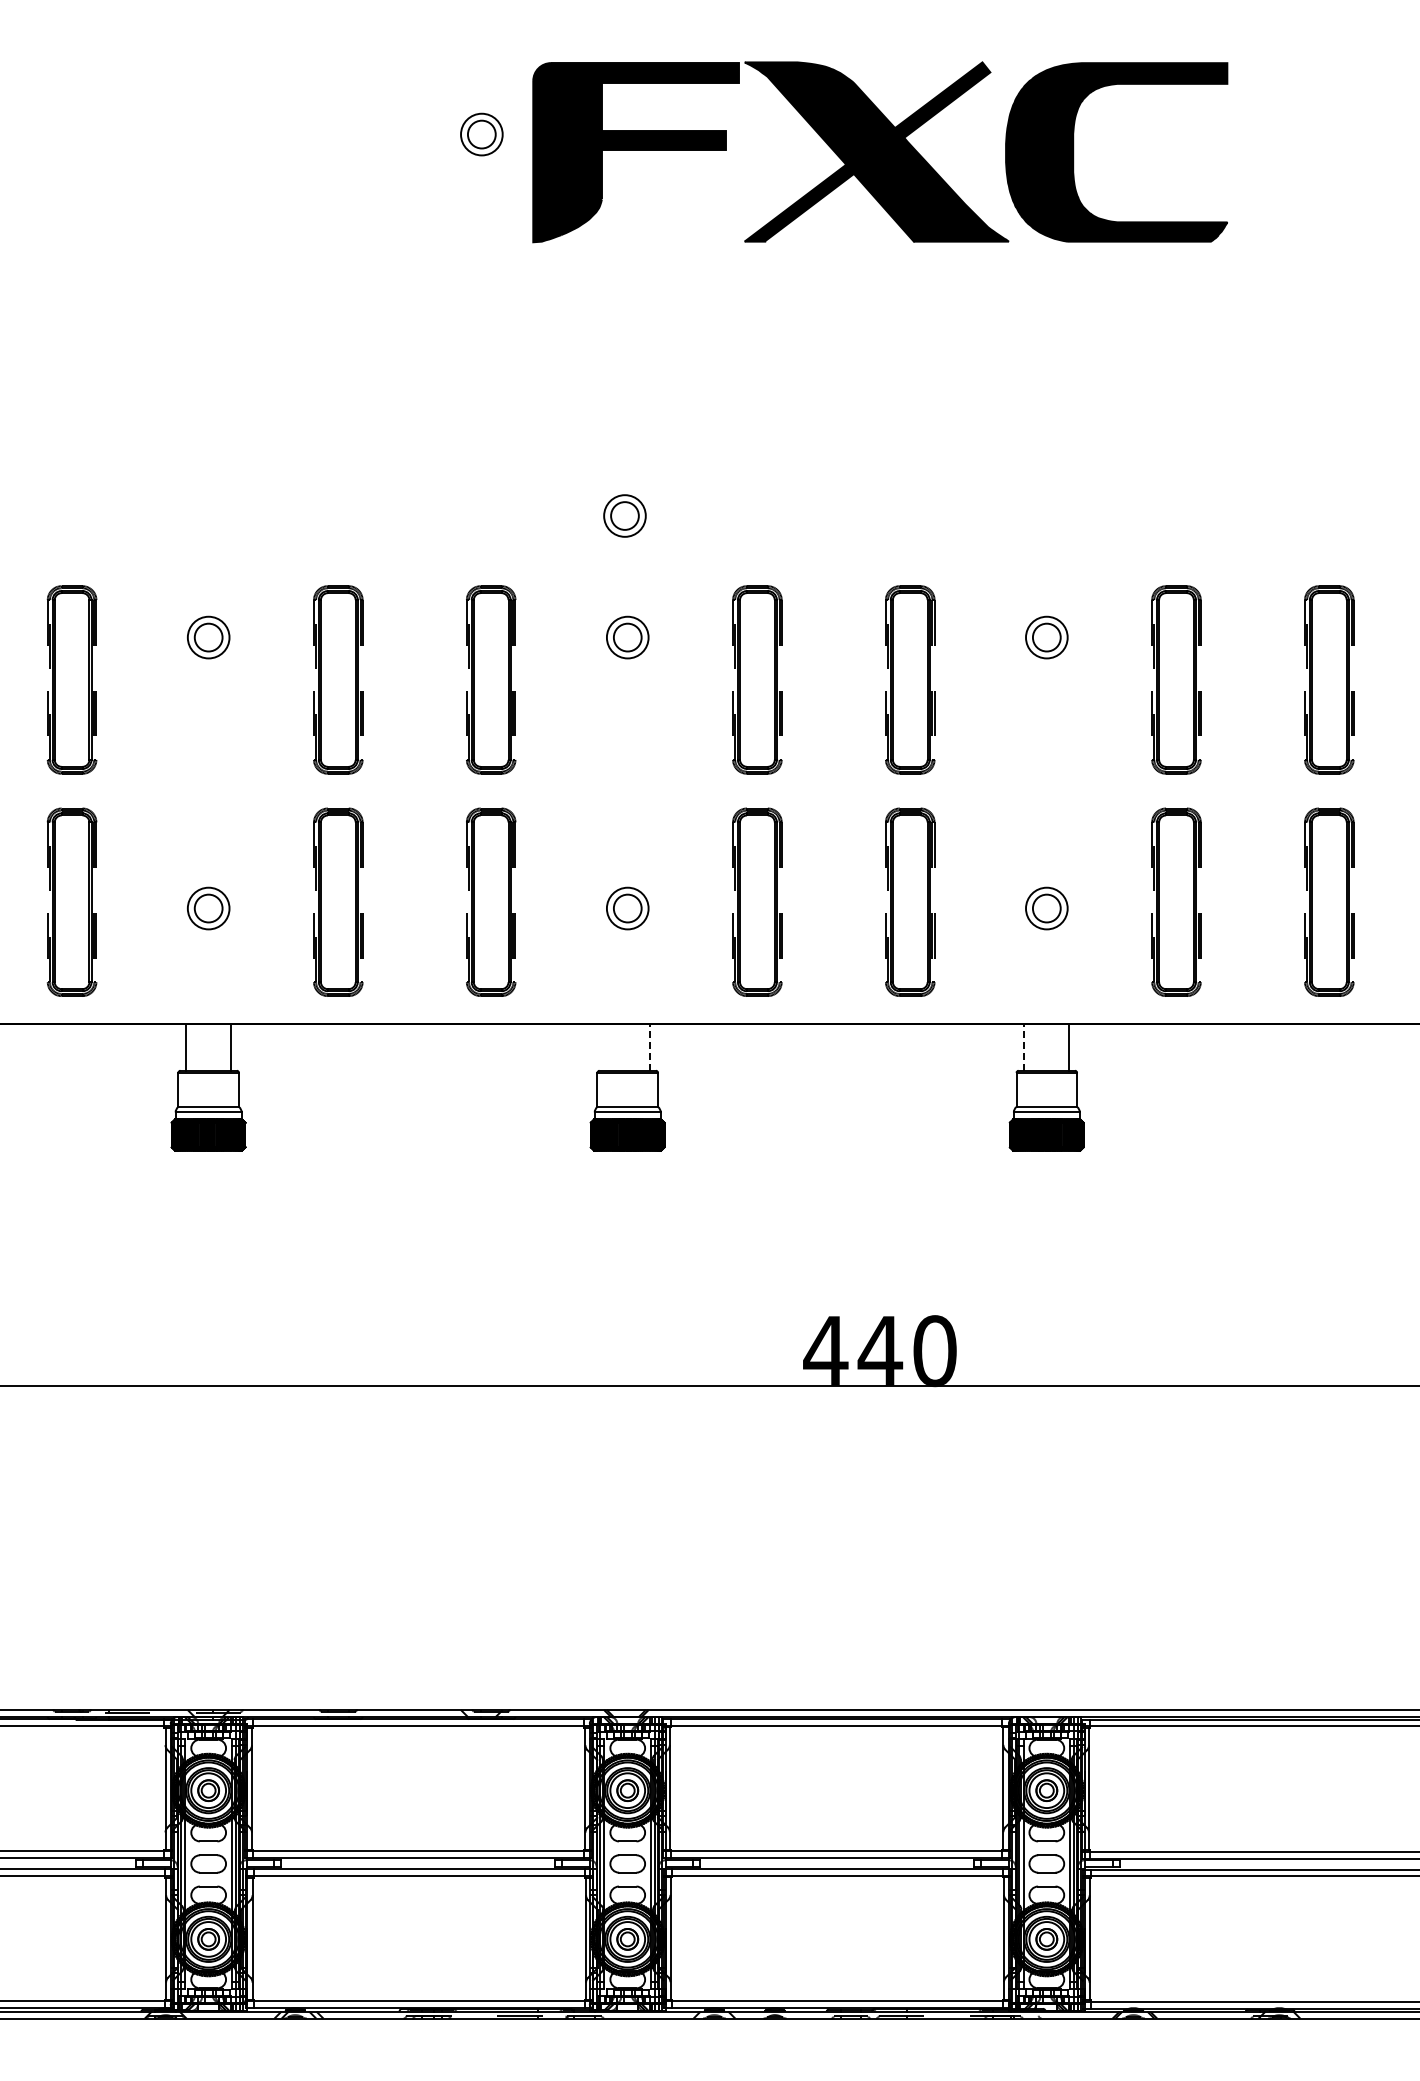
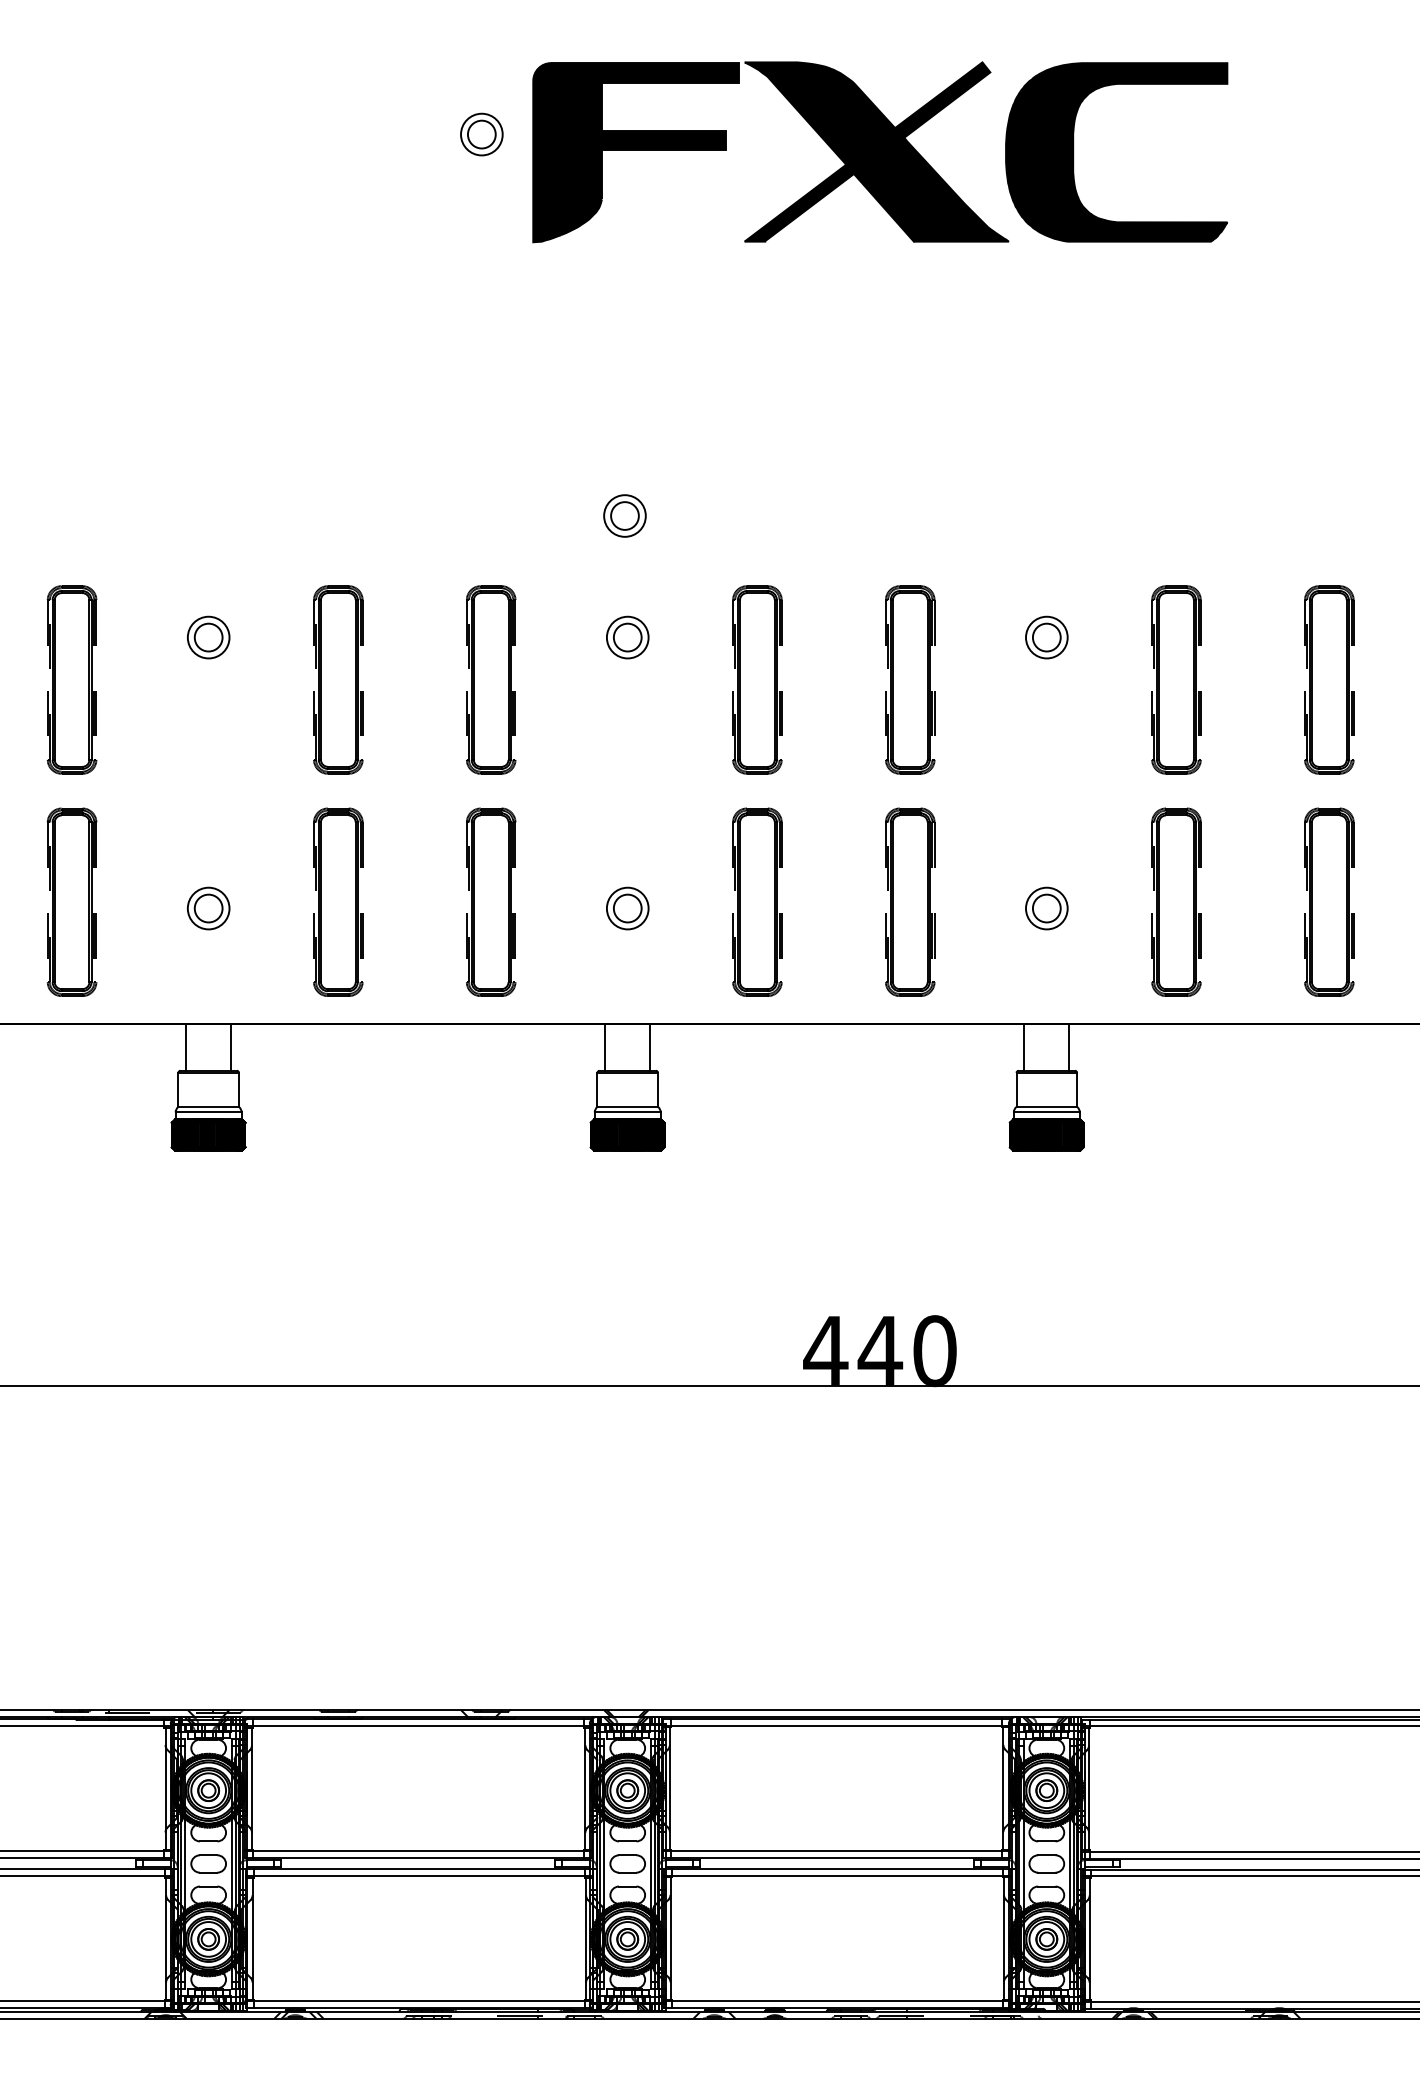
line at (605, 1046): none -> present
line at (650, 1046): dashed -> solid
line at (1024, 1046): dashed -> solid
